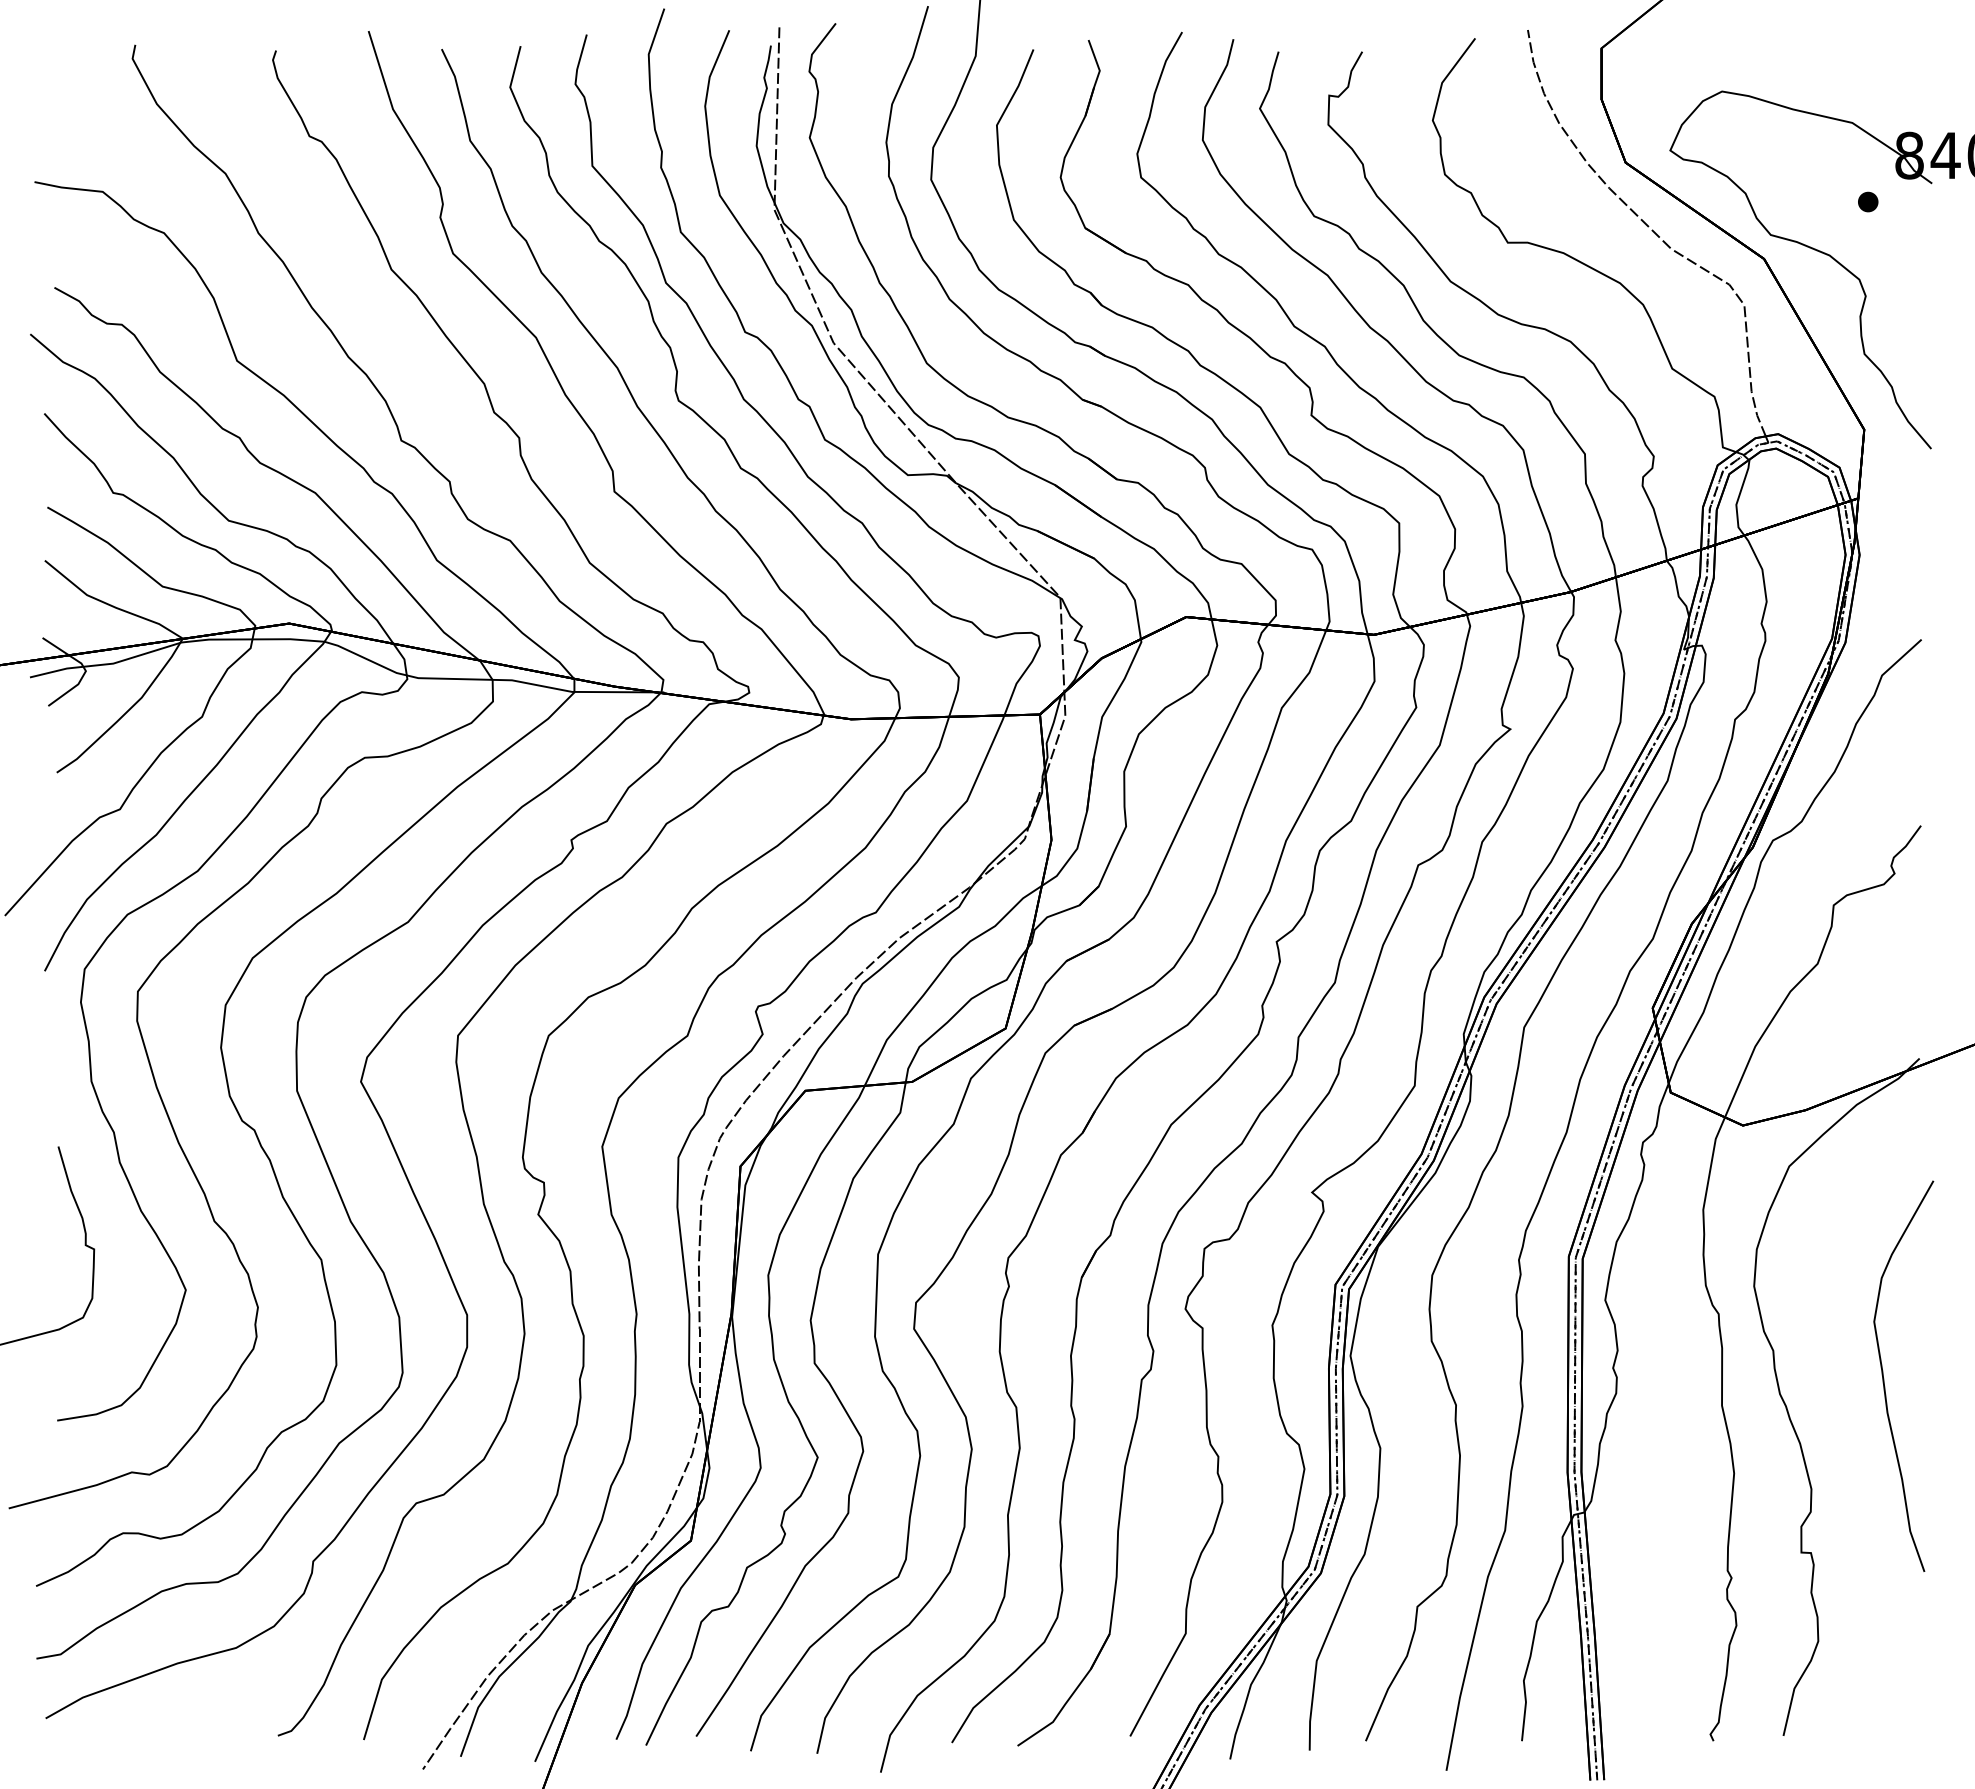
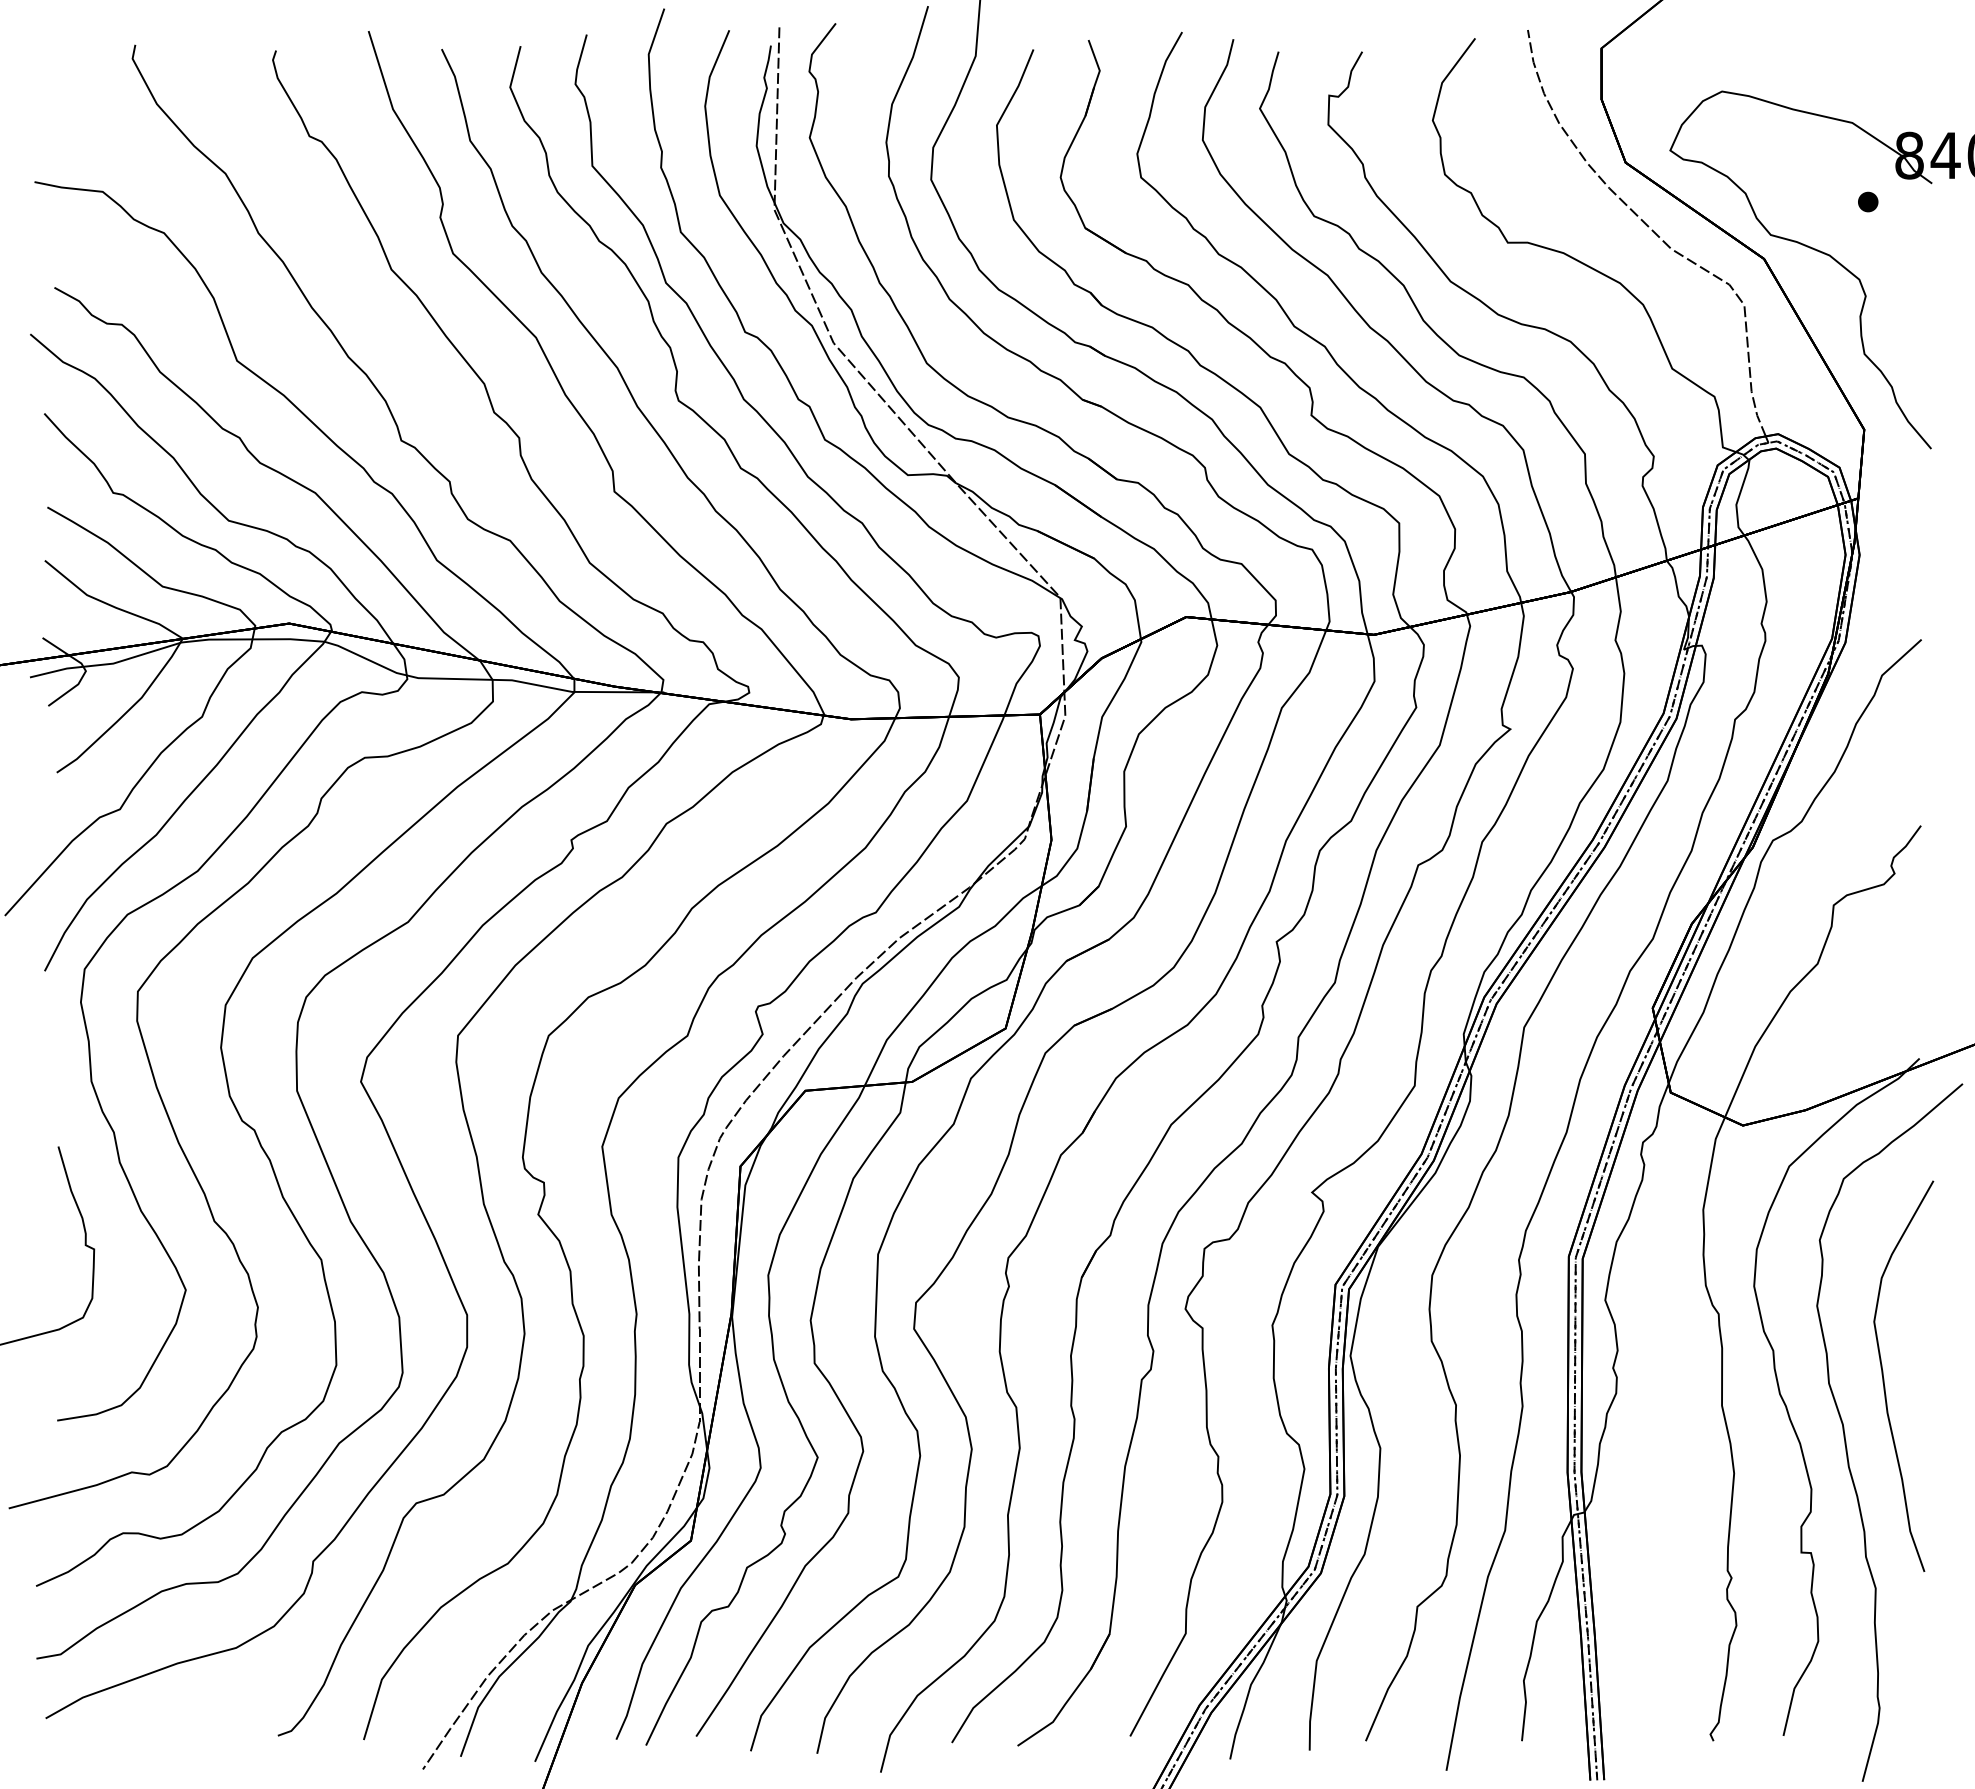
curve at (1846, 1441): none -> present
